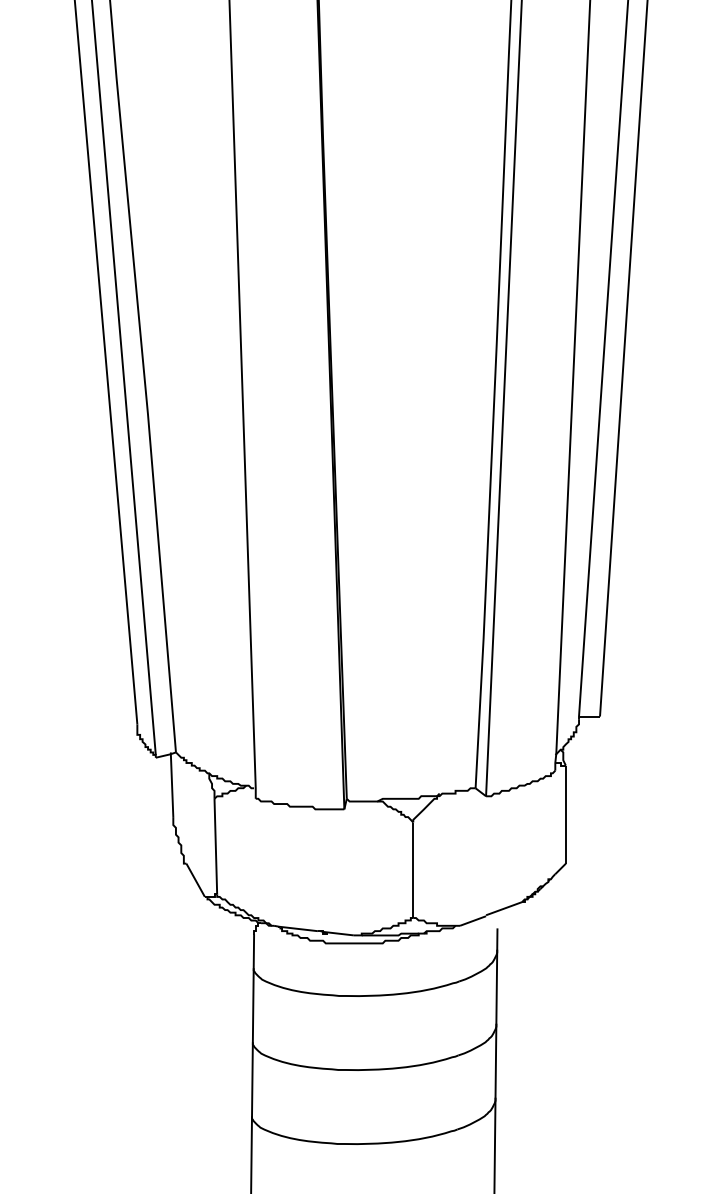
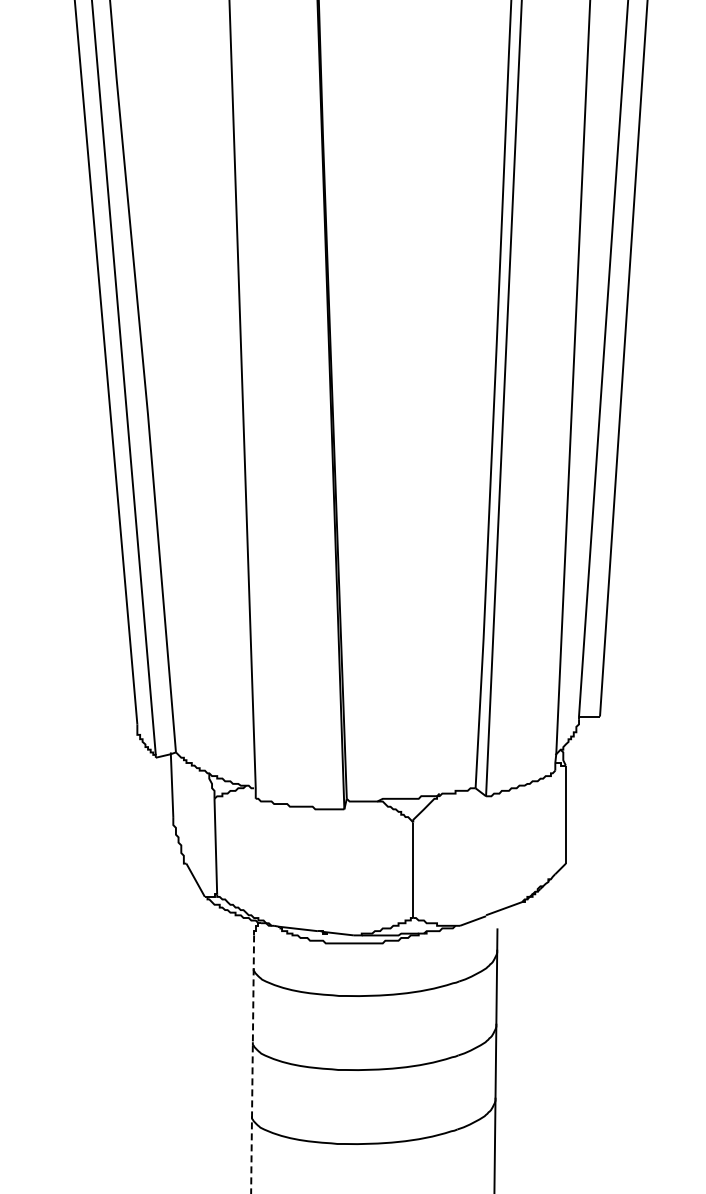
line at (252, 1064): solid -> dashed
